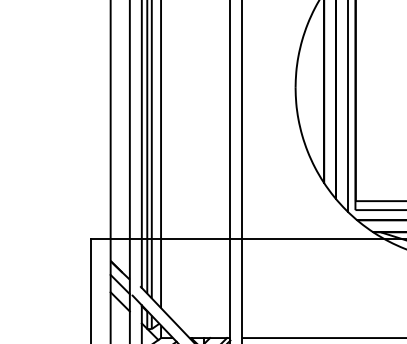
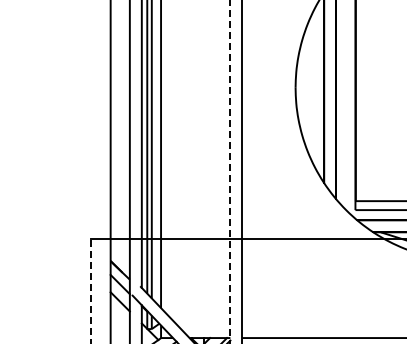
line at (348, 107): present -> none
line at (230, 171): solid -> dashed
line at (90, 290): solid -> dashed
